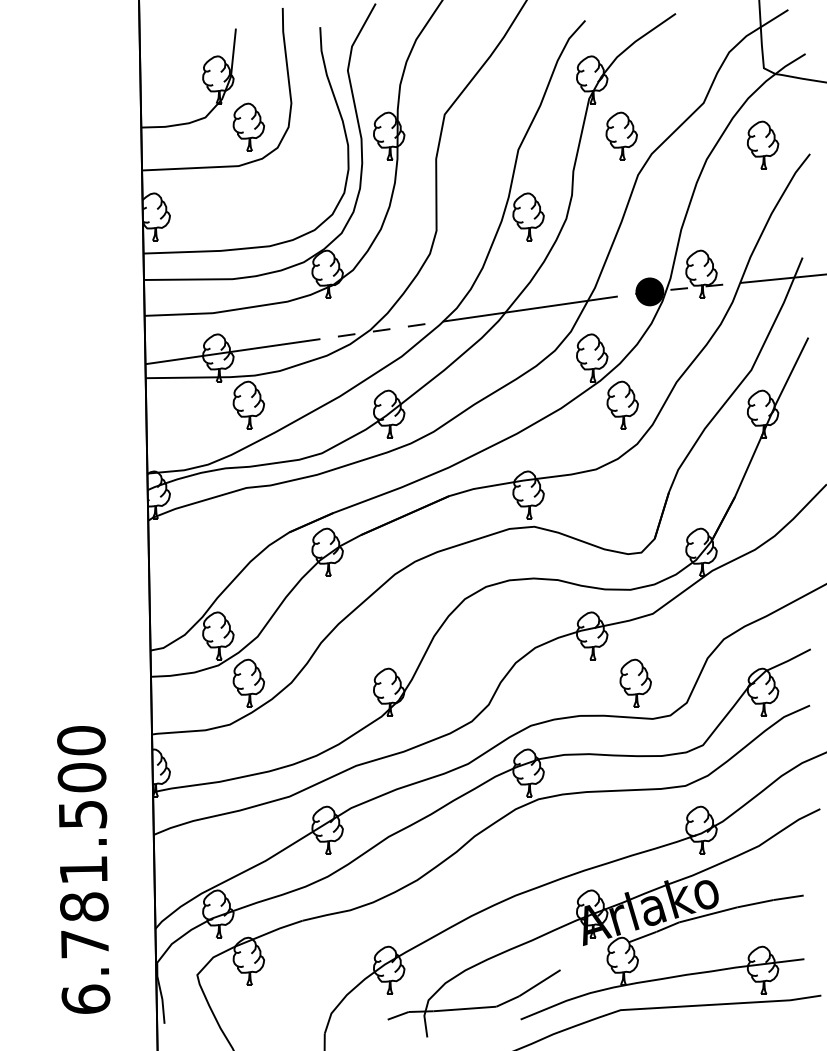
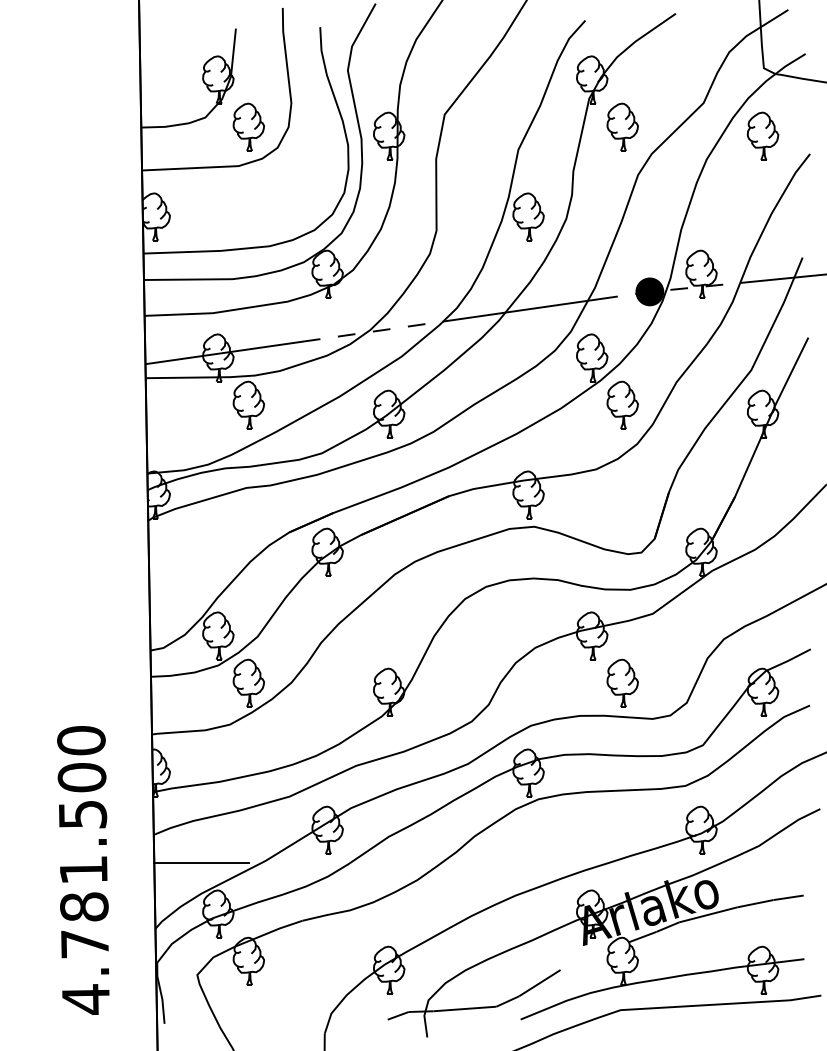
part at (621, 135) position: (621, 135) -> (622, 126)
part at (763, 144) position: (763, 144) -> (763, 135)
part at (635, 682) position: (635, 682) -> (622, 682)
line at (201, 863): none -> present
text at (85, 999): 6.781.500 -> 4.781.500
